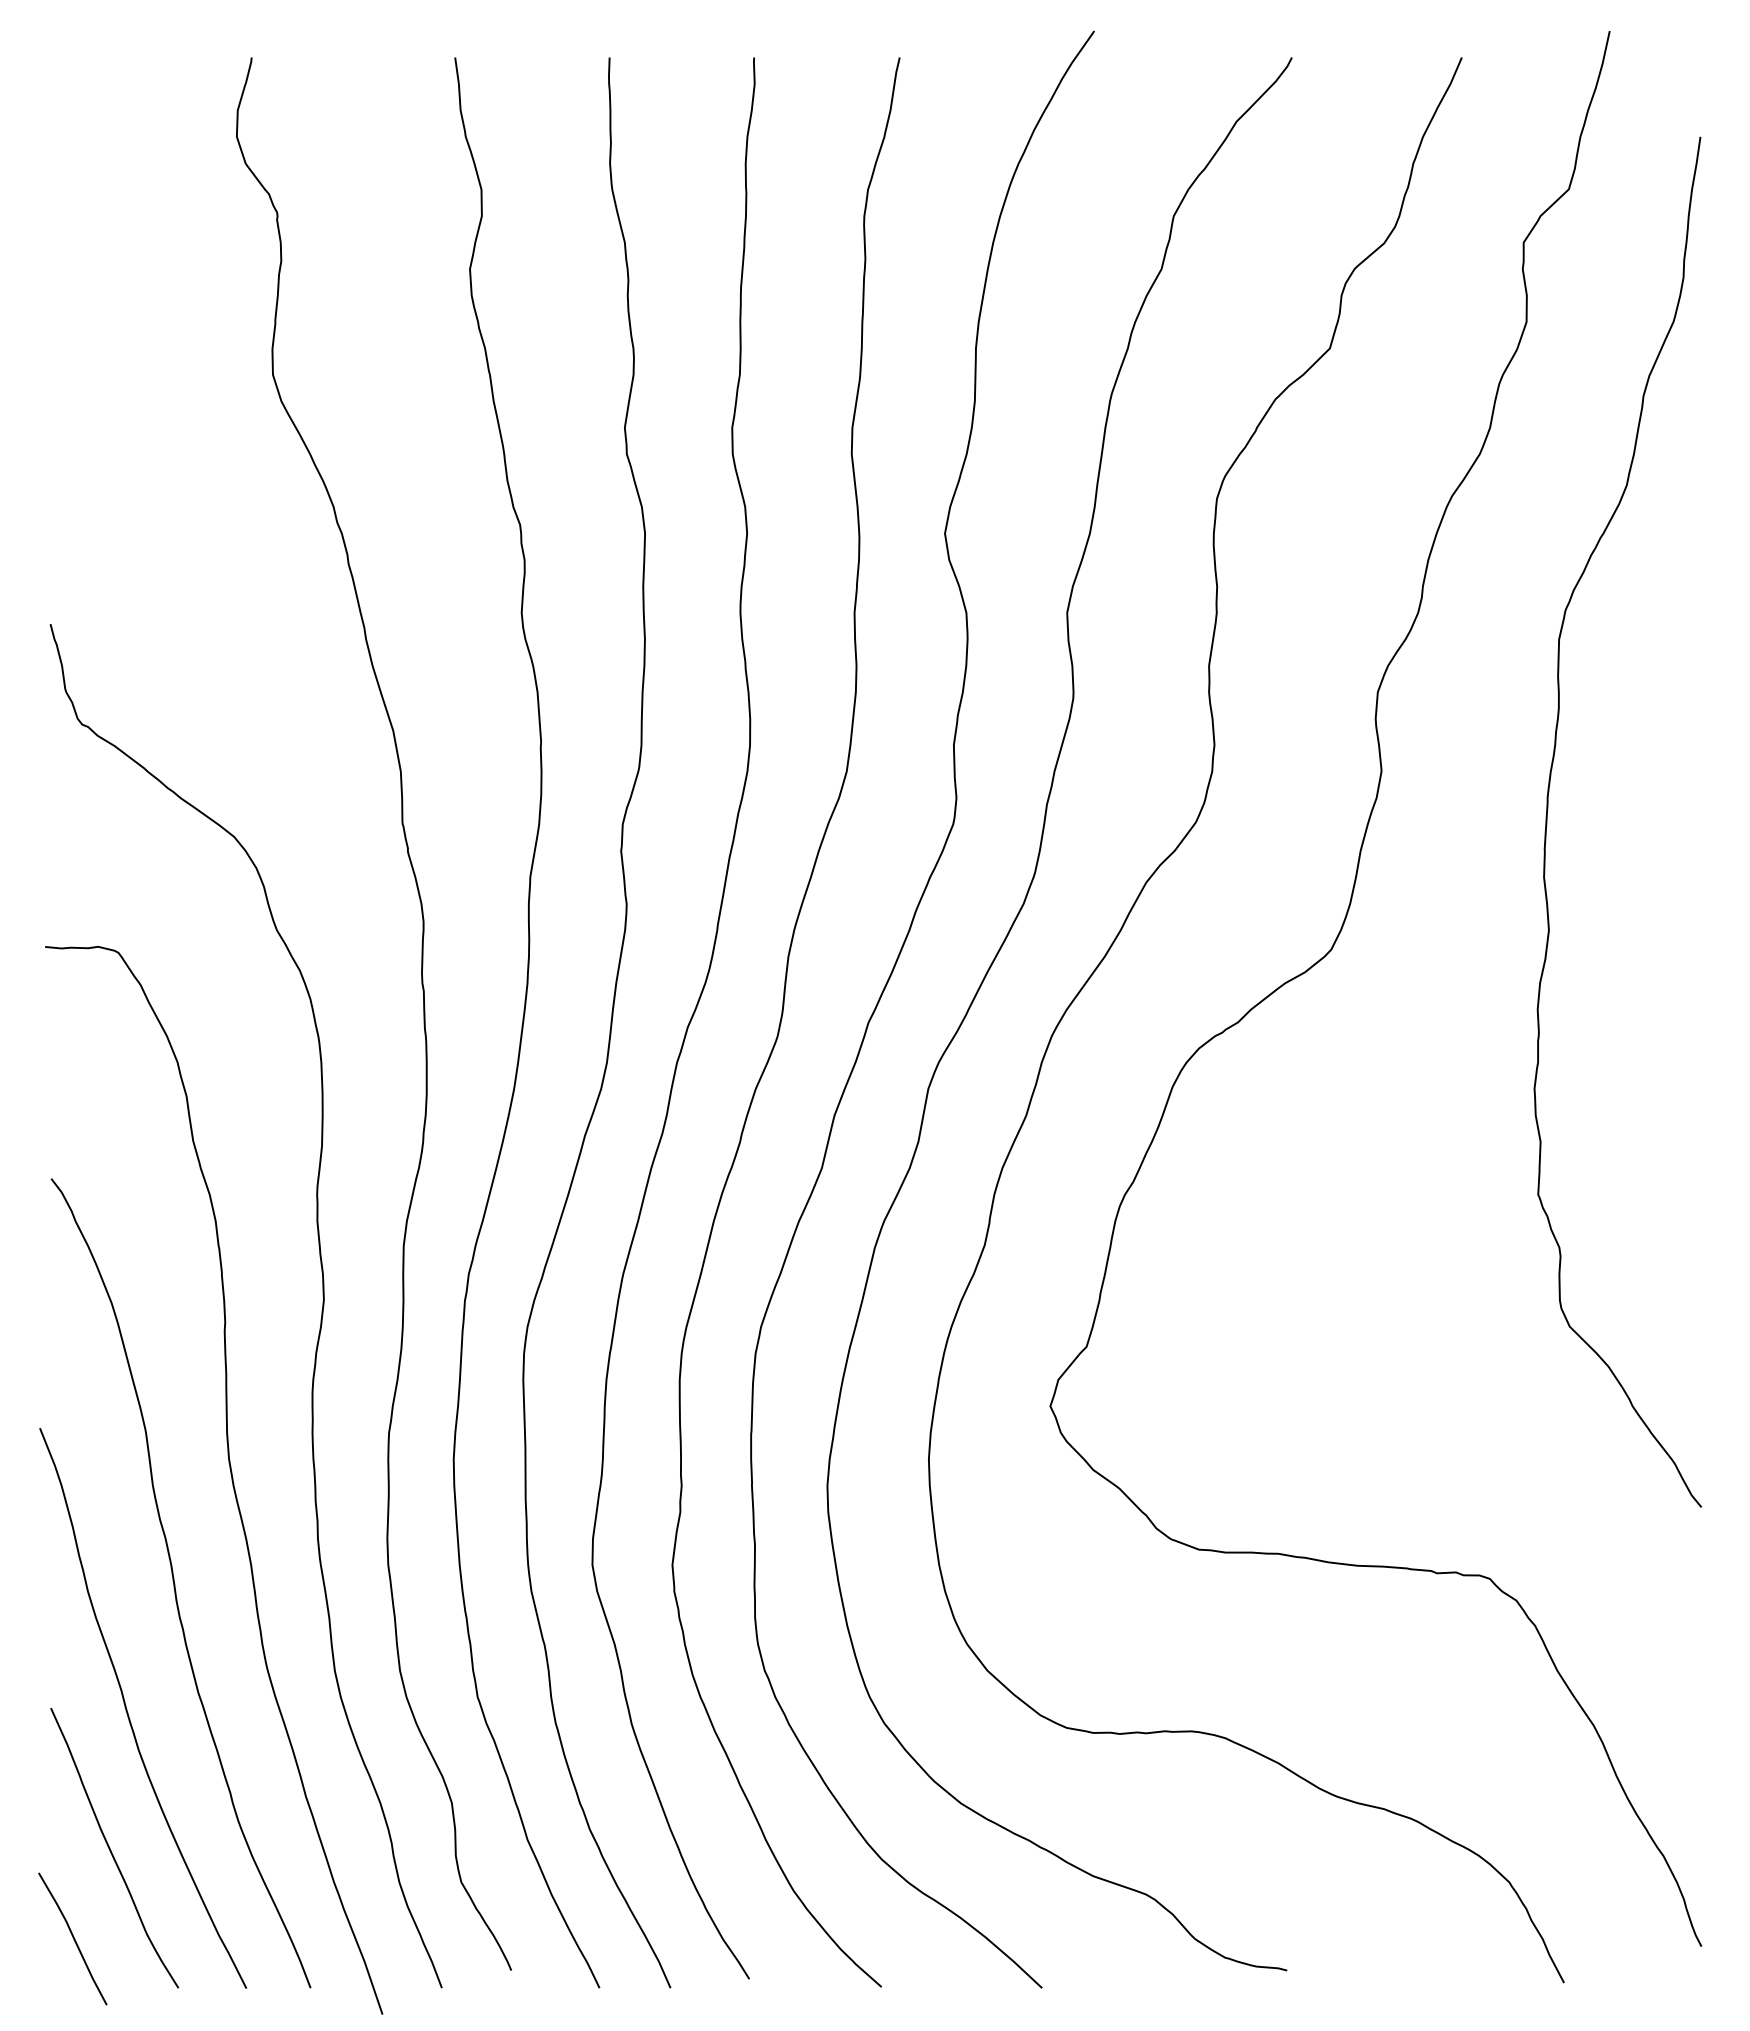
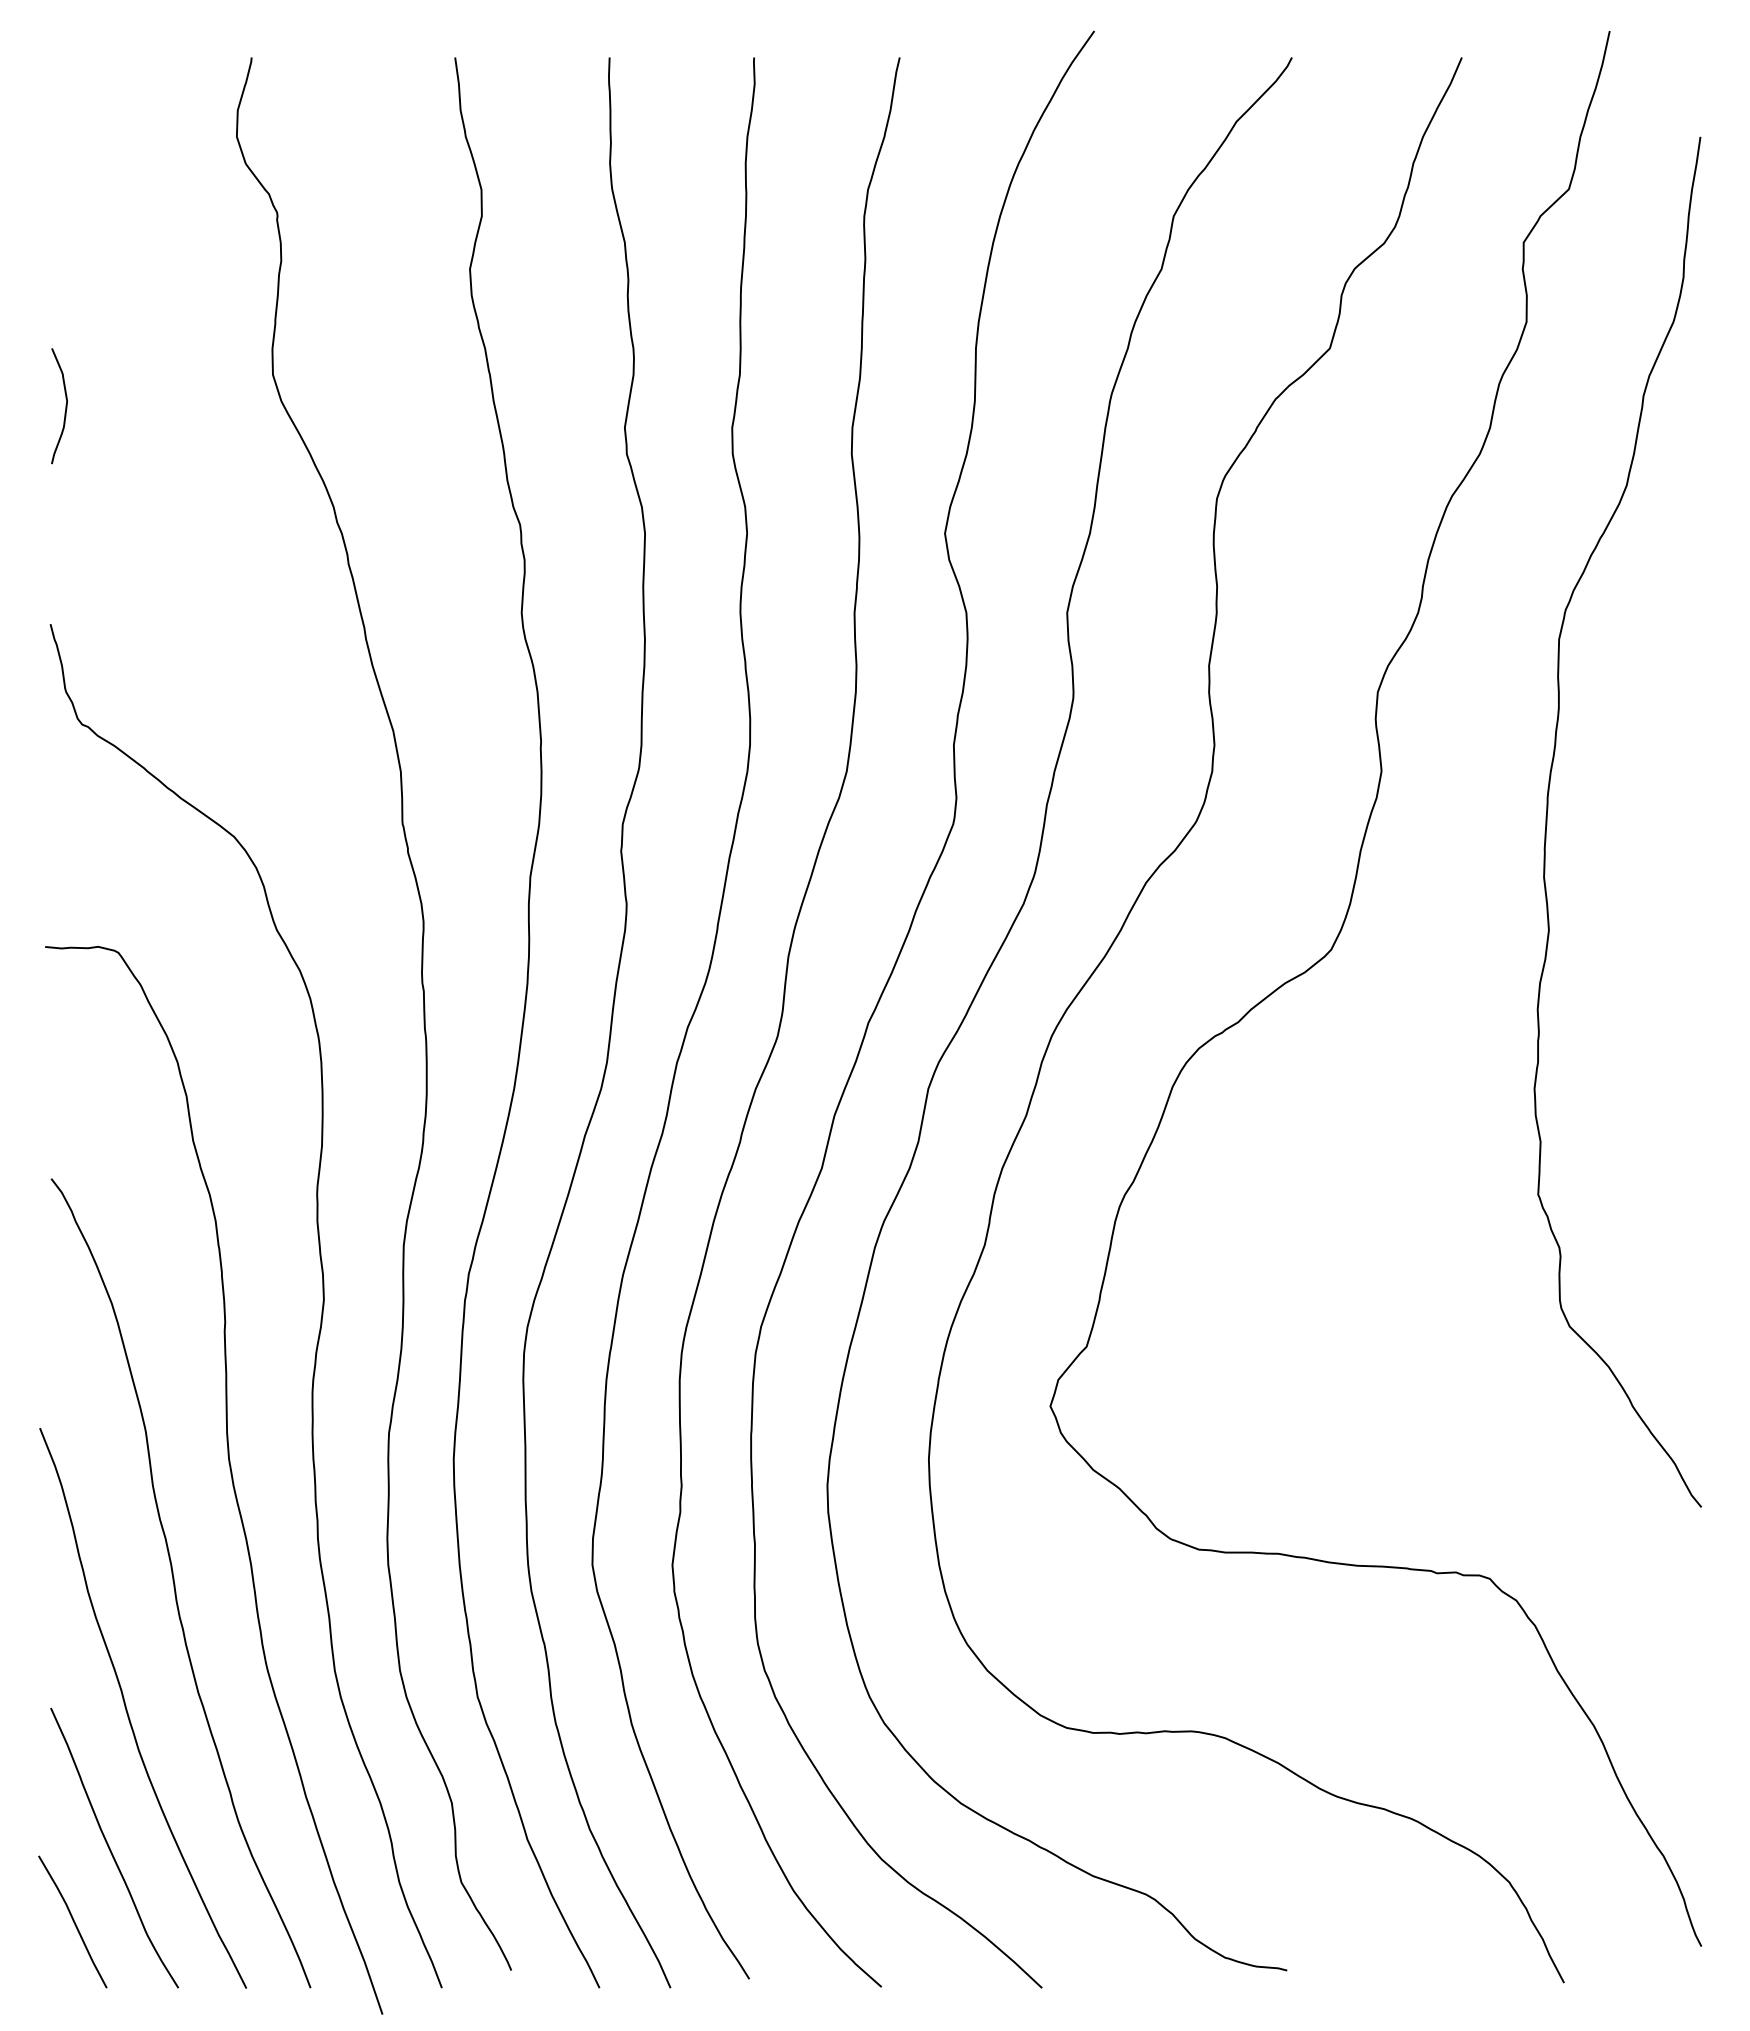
curve at (65, 406): none -> present
curve at (72, 1937) position: (72, 1937) -> (72, 1920)
